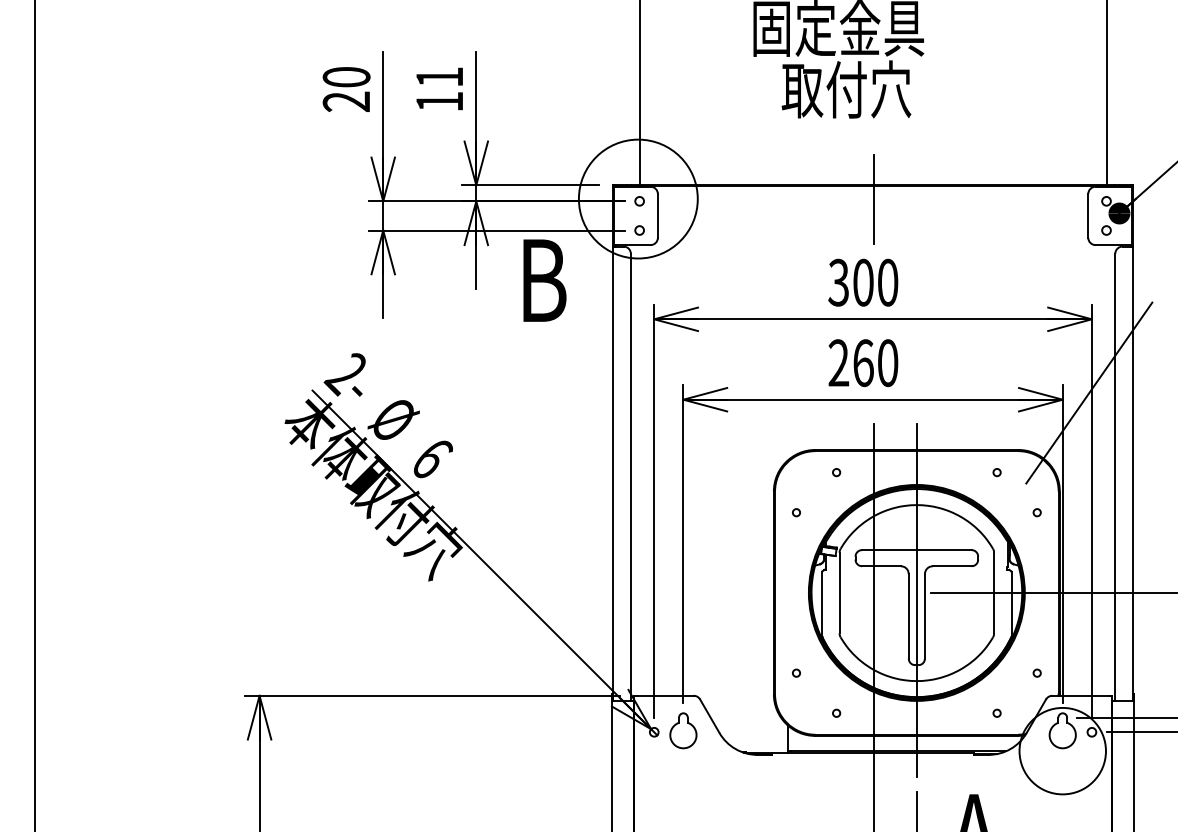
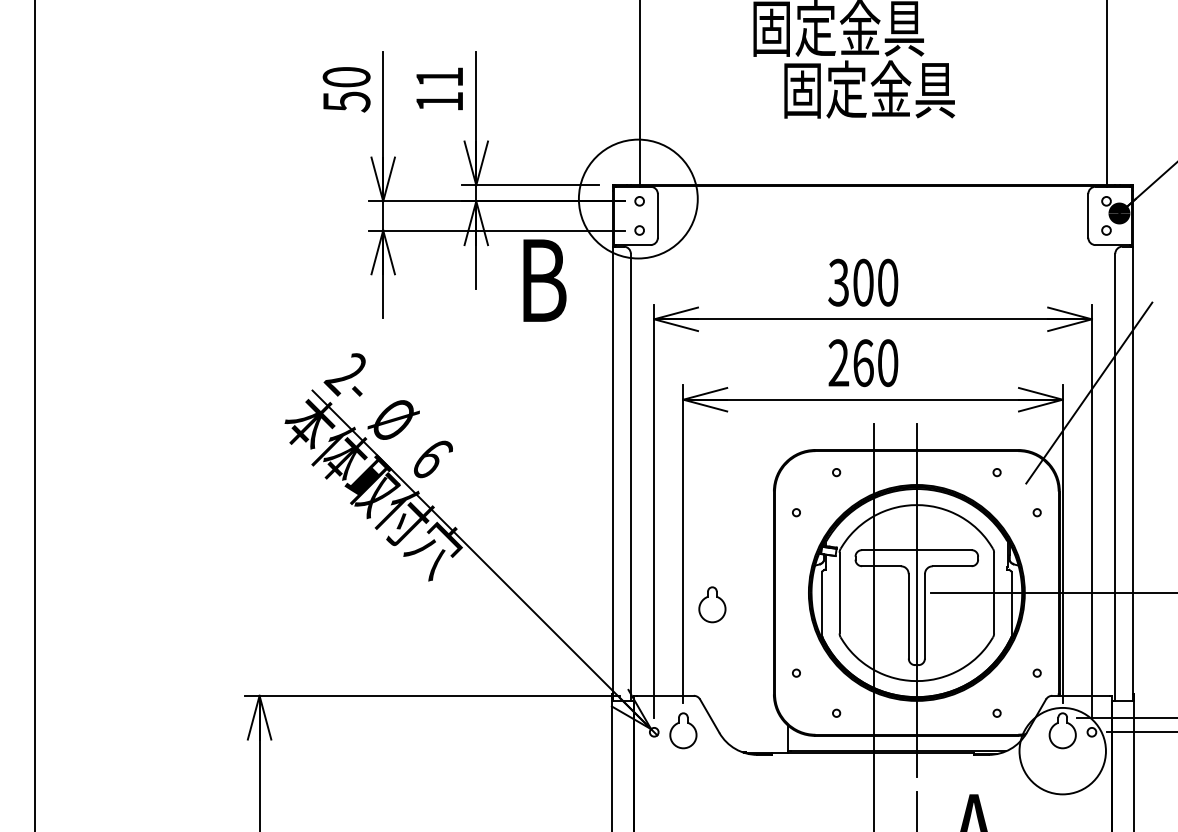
text at (868, 89): 取付穴 -> 固定金具
text at (346, 101): 20 -> 50
line at (873, 199): present -> none
part at (712, 604): none -> present
